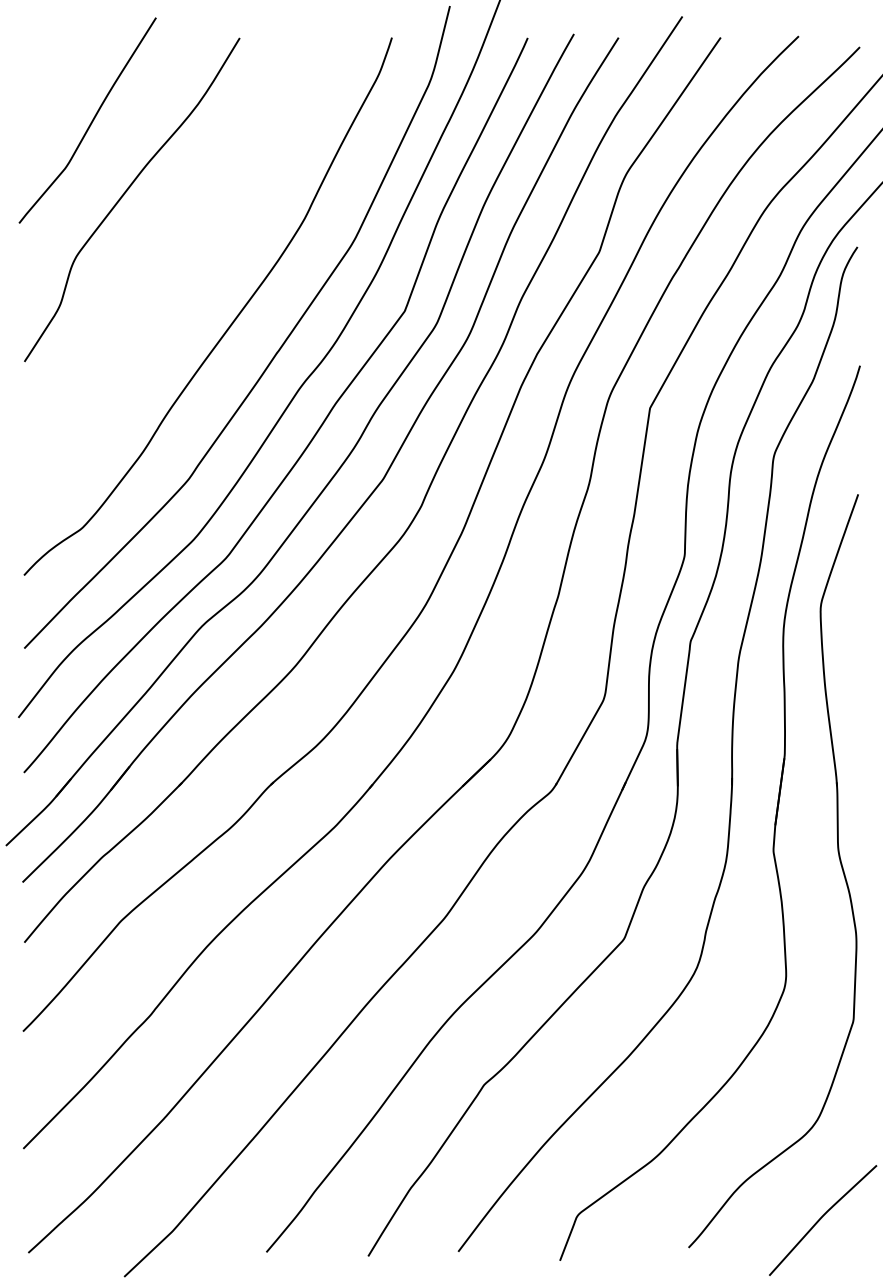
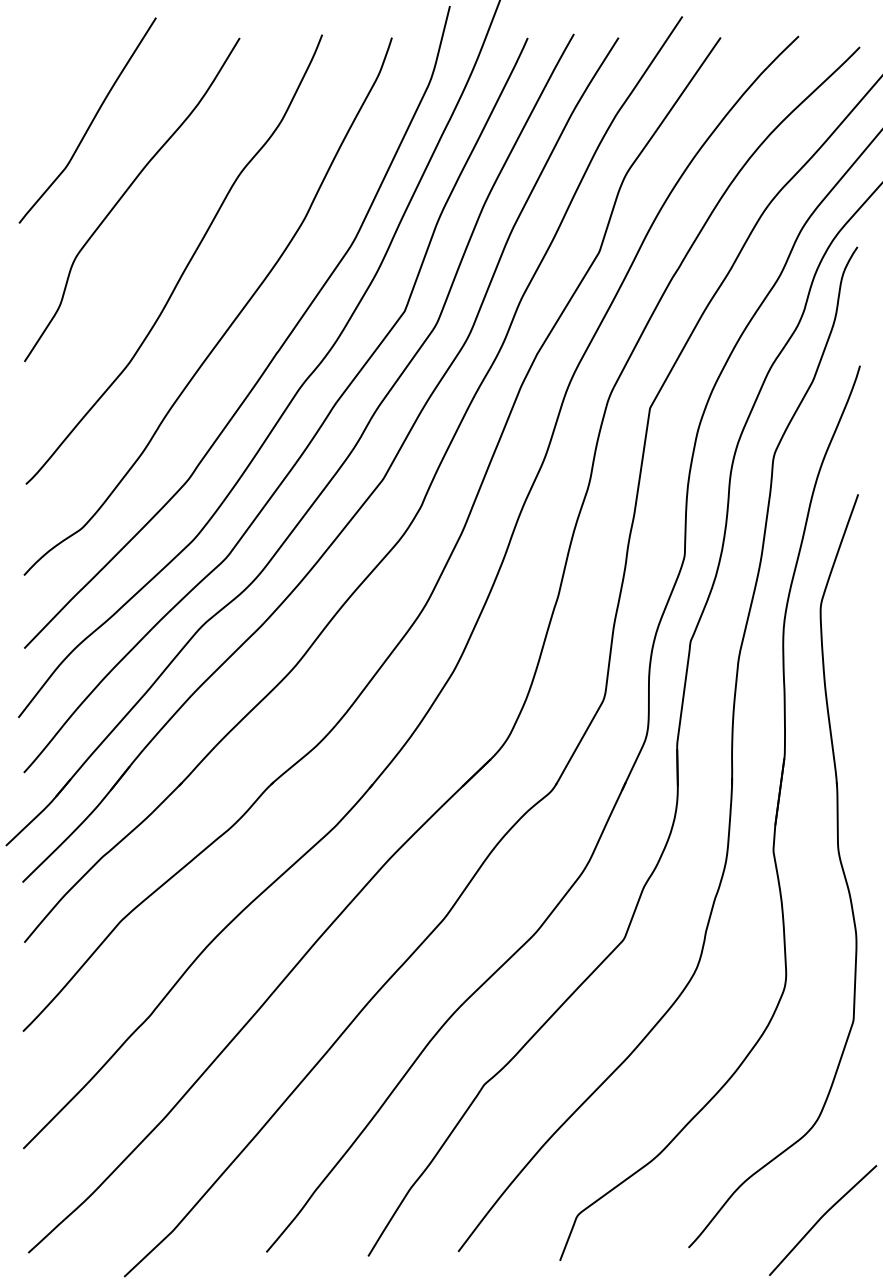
curve at (185, 266): none -> present
